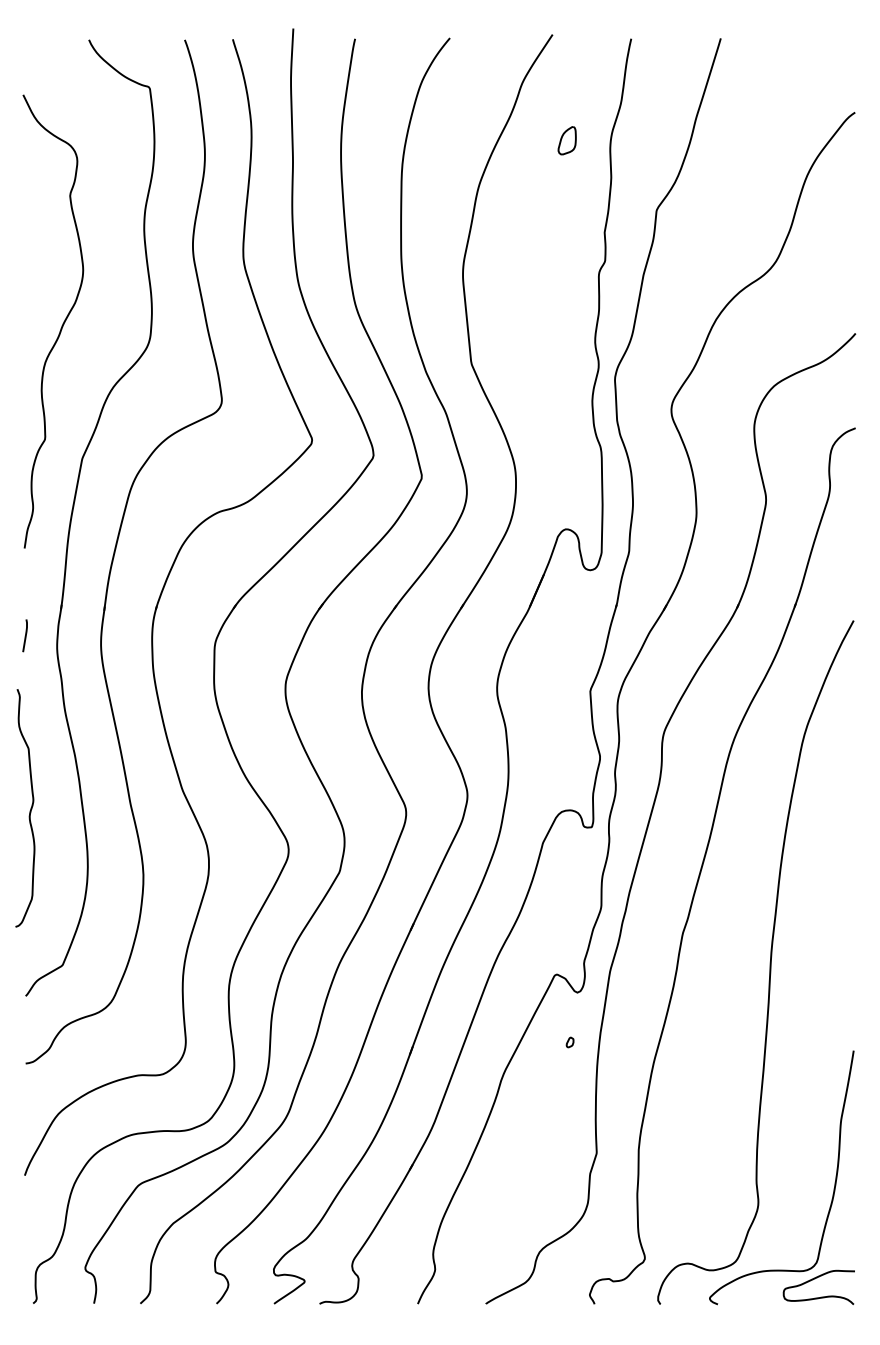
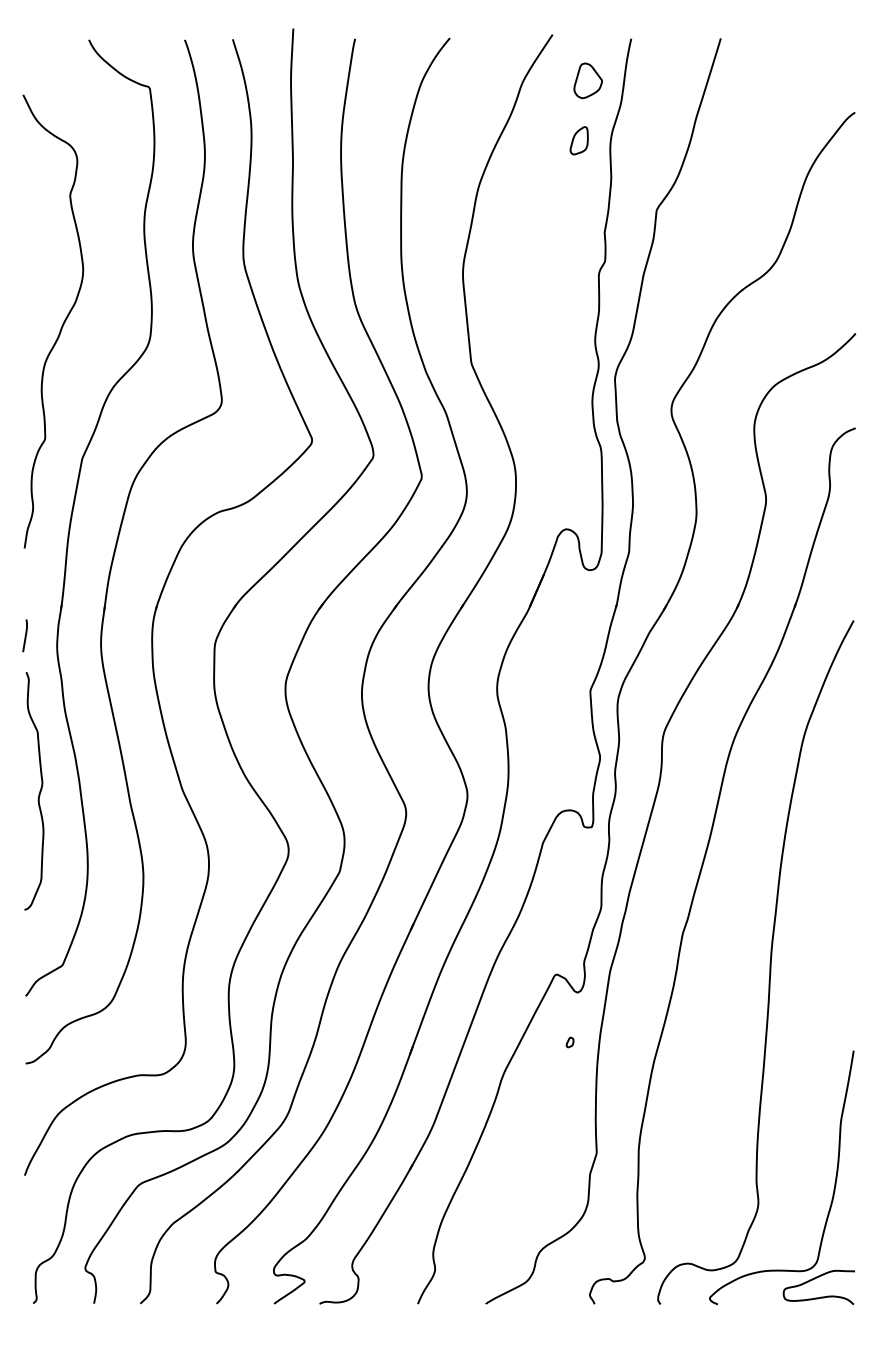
part at (587, 80): none -> present
part at (566, 140) position: (566, 140) -> (578, 140)
curve at (29, 810) position: (29, 810) -> (38, 793)
